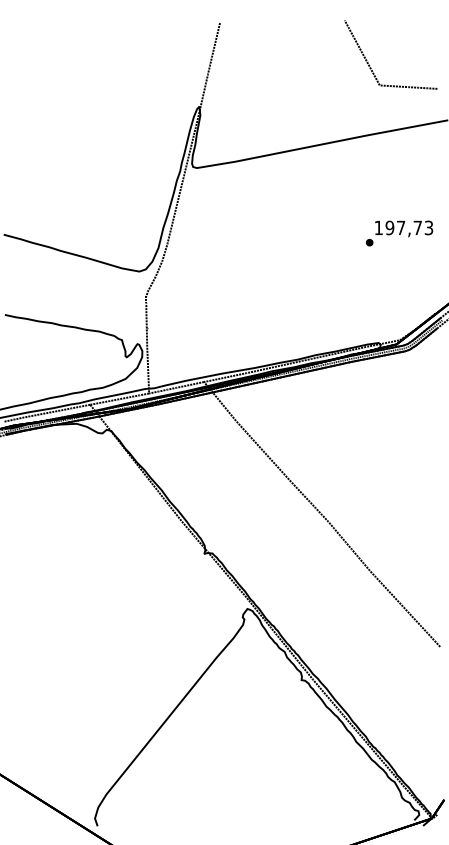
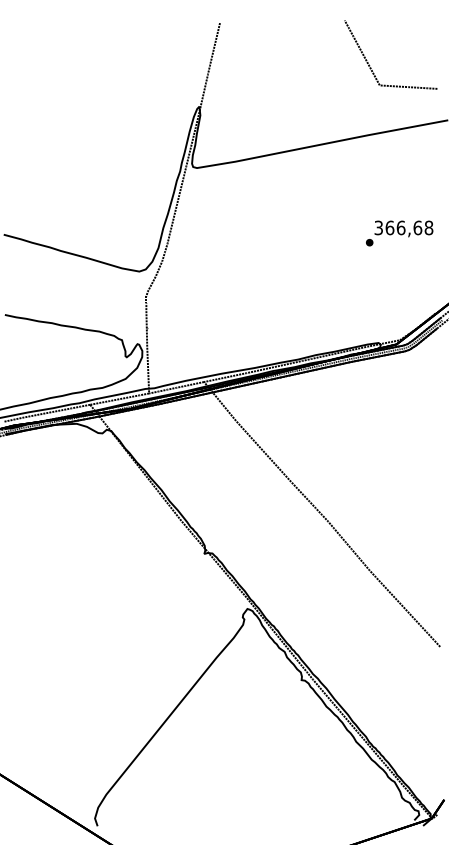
text at (403, 227): 197,73 -> 366,68
